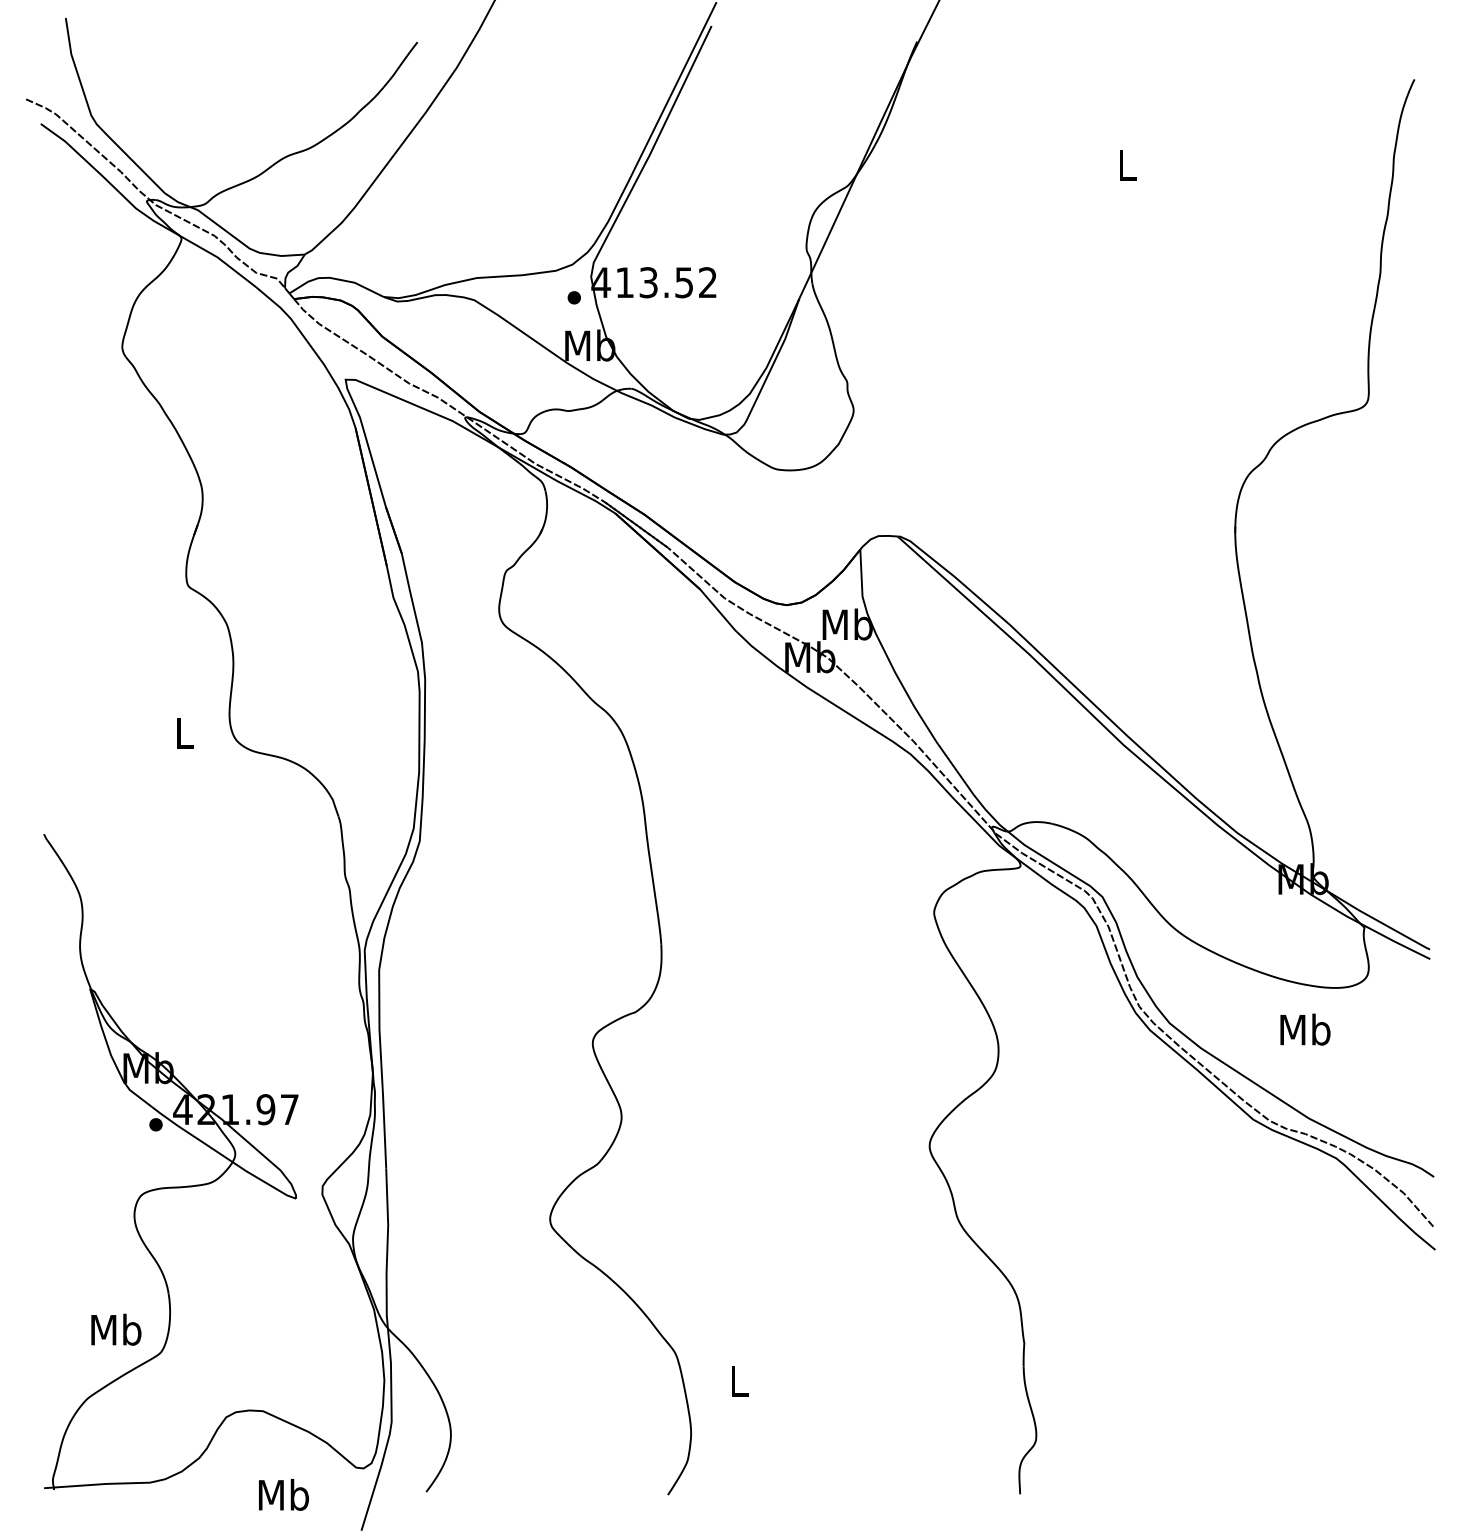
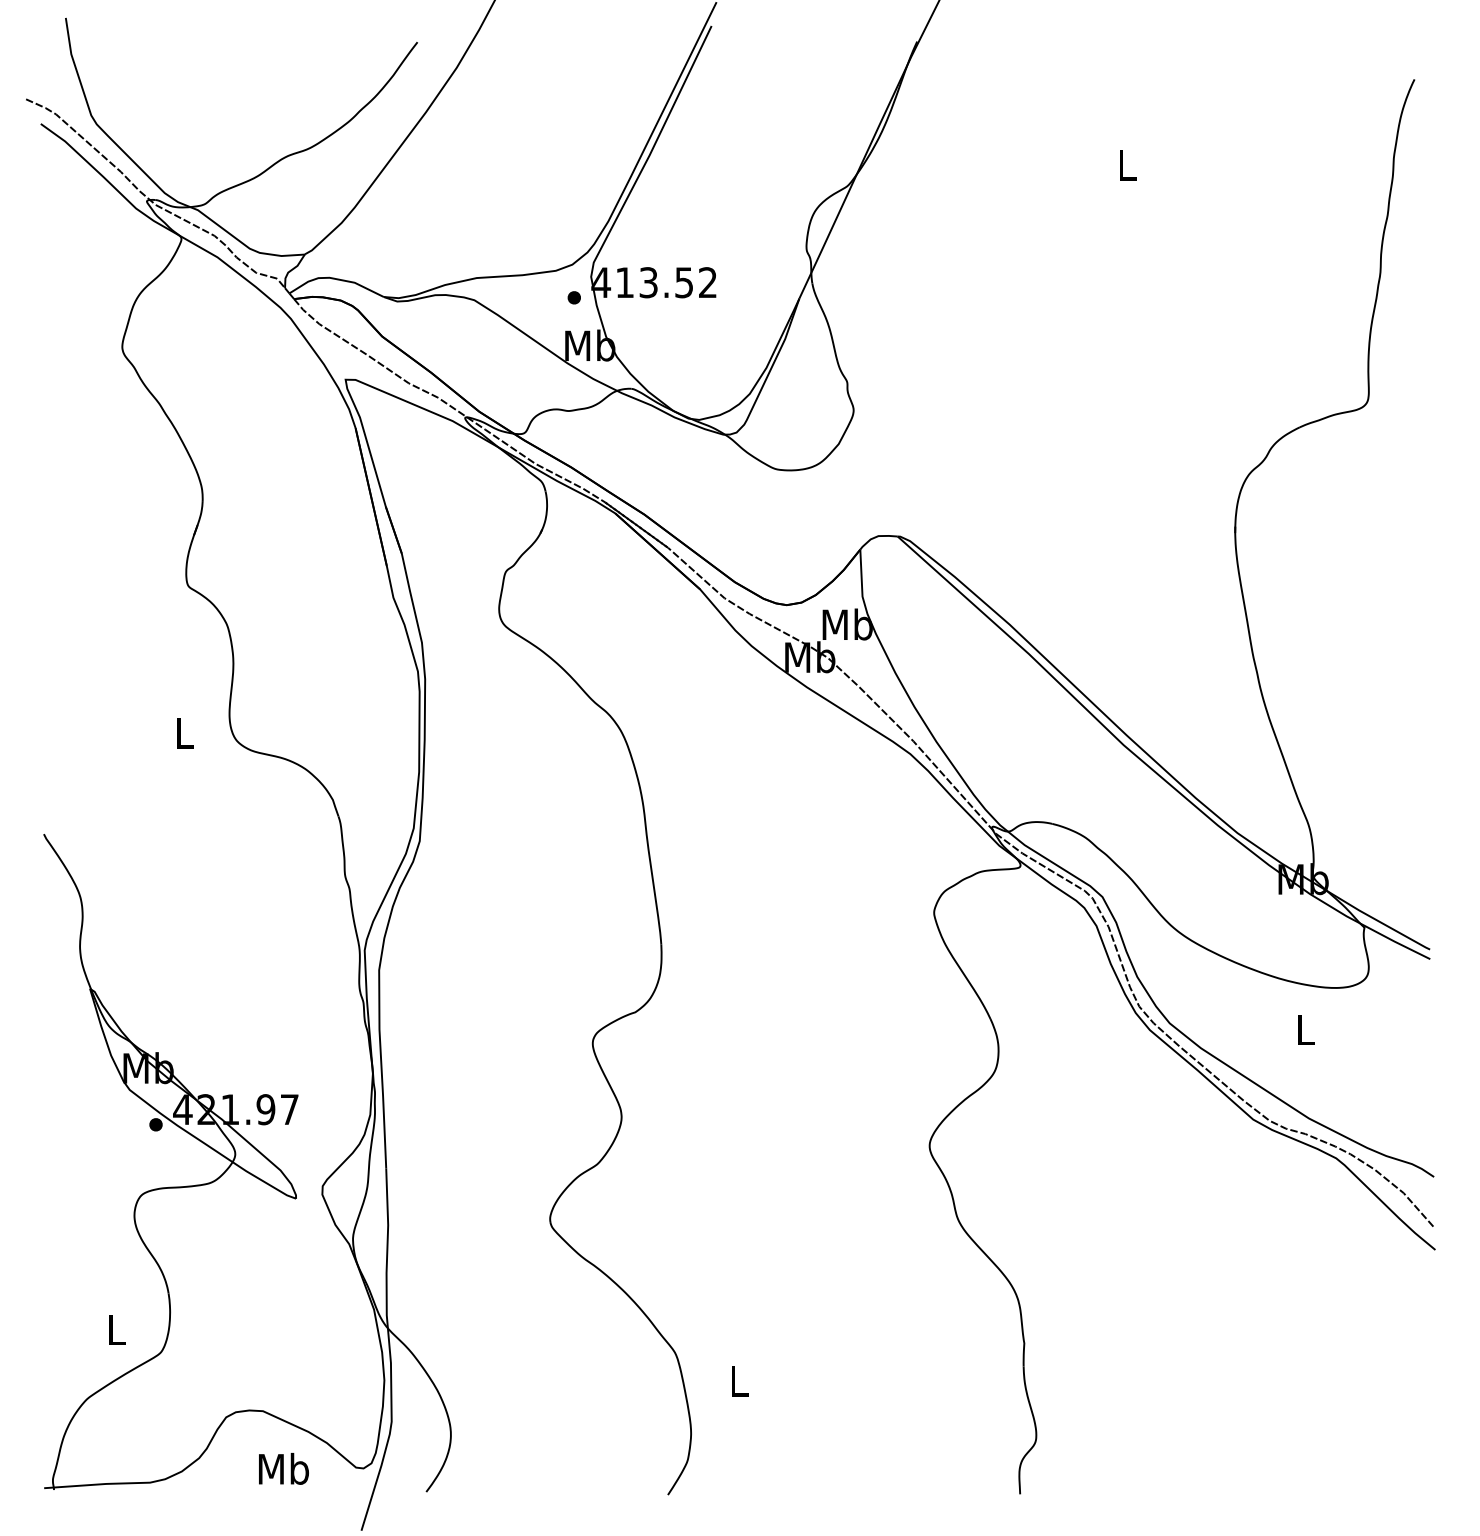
text at (1305, 1029): Mb -> L
text at (116, 1329): Mb -> L
text at (283, 1494) position: (283, 1494) -> (283, 1468)
